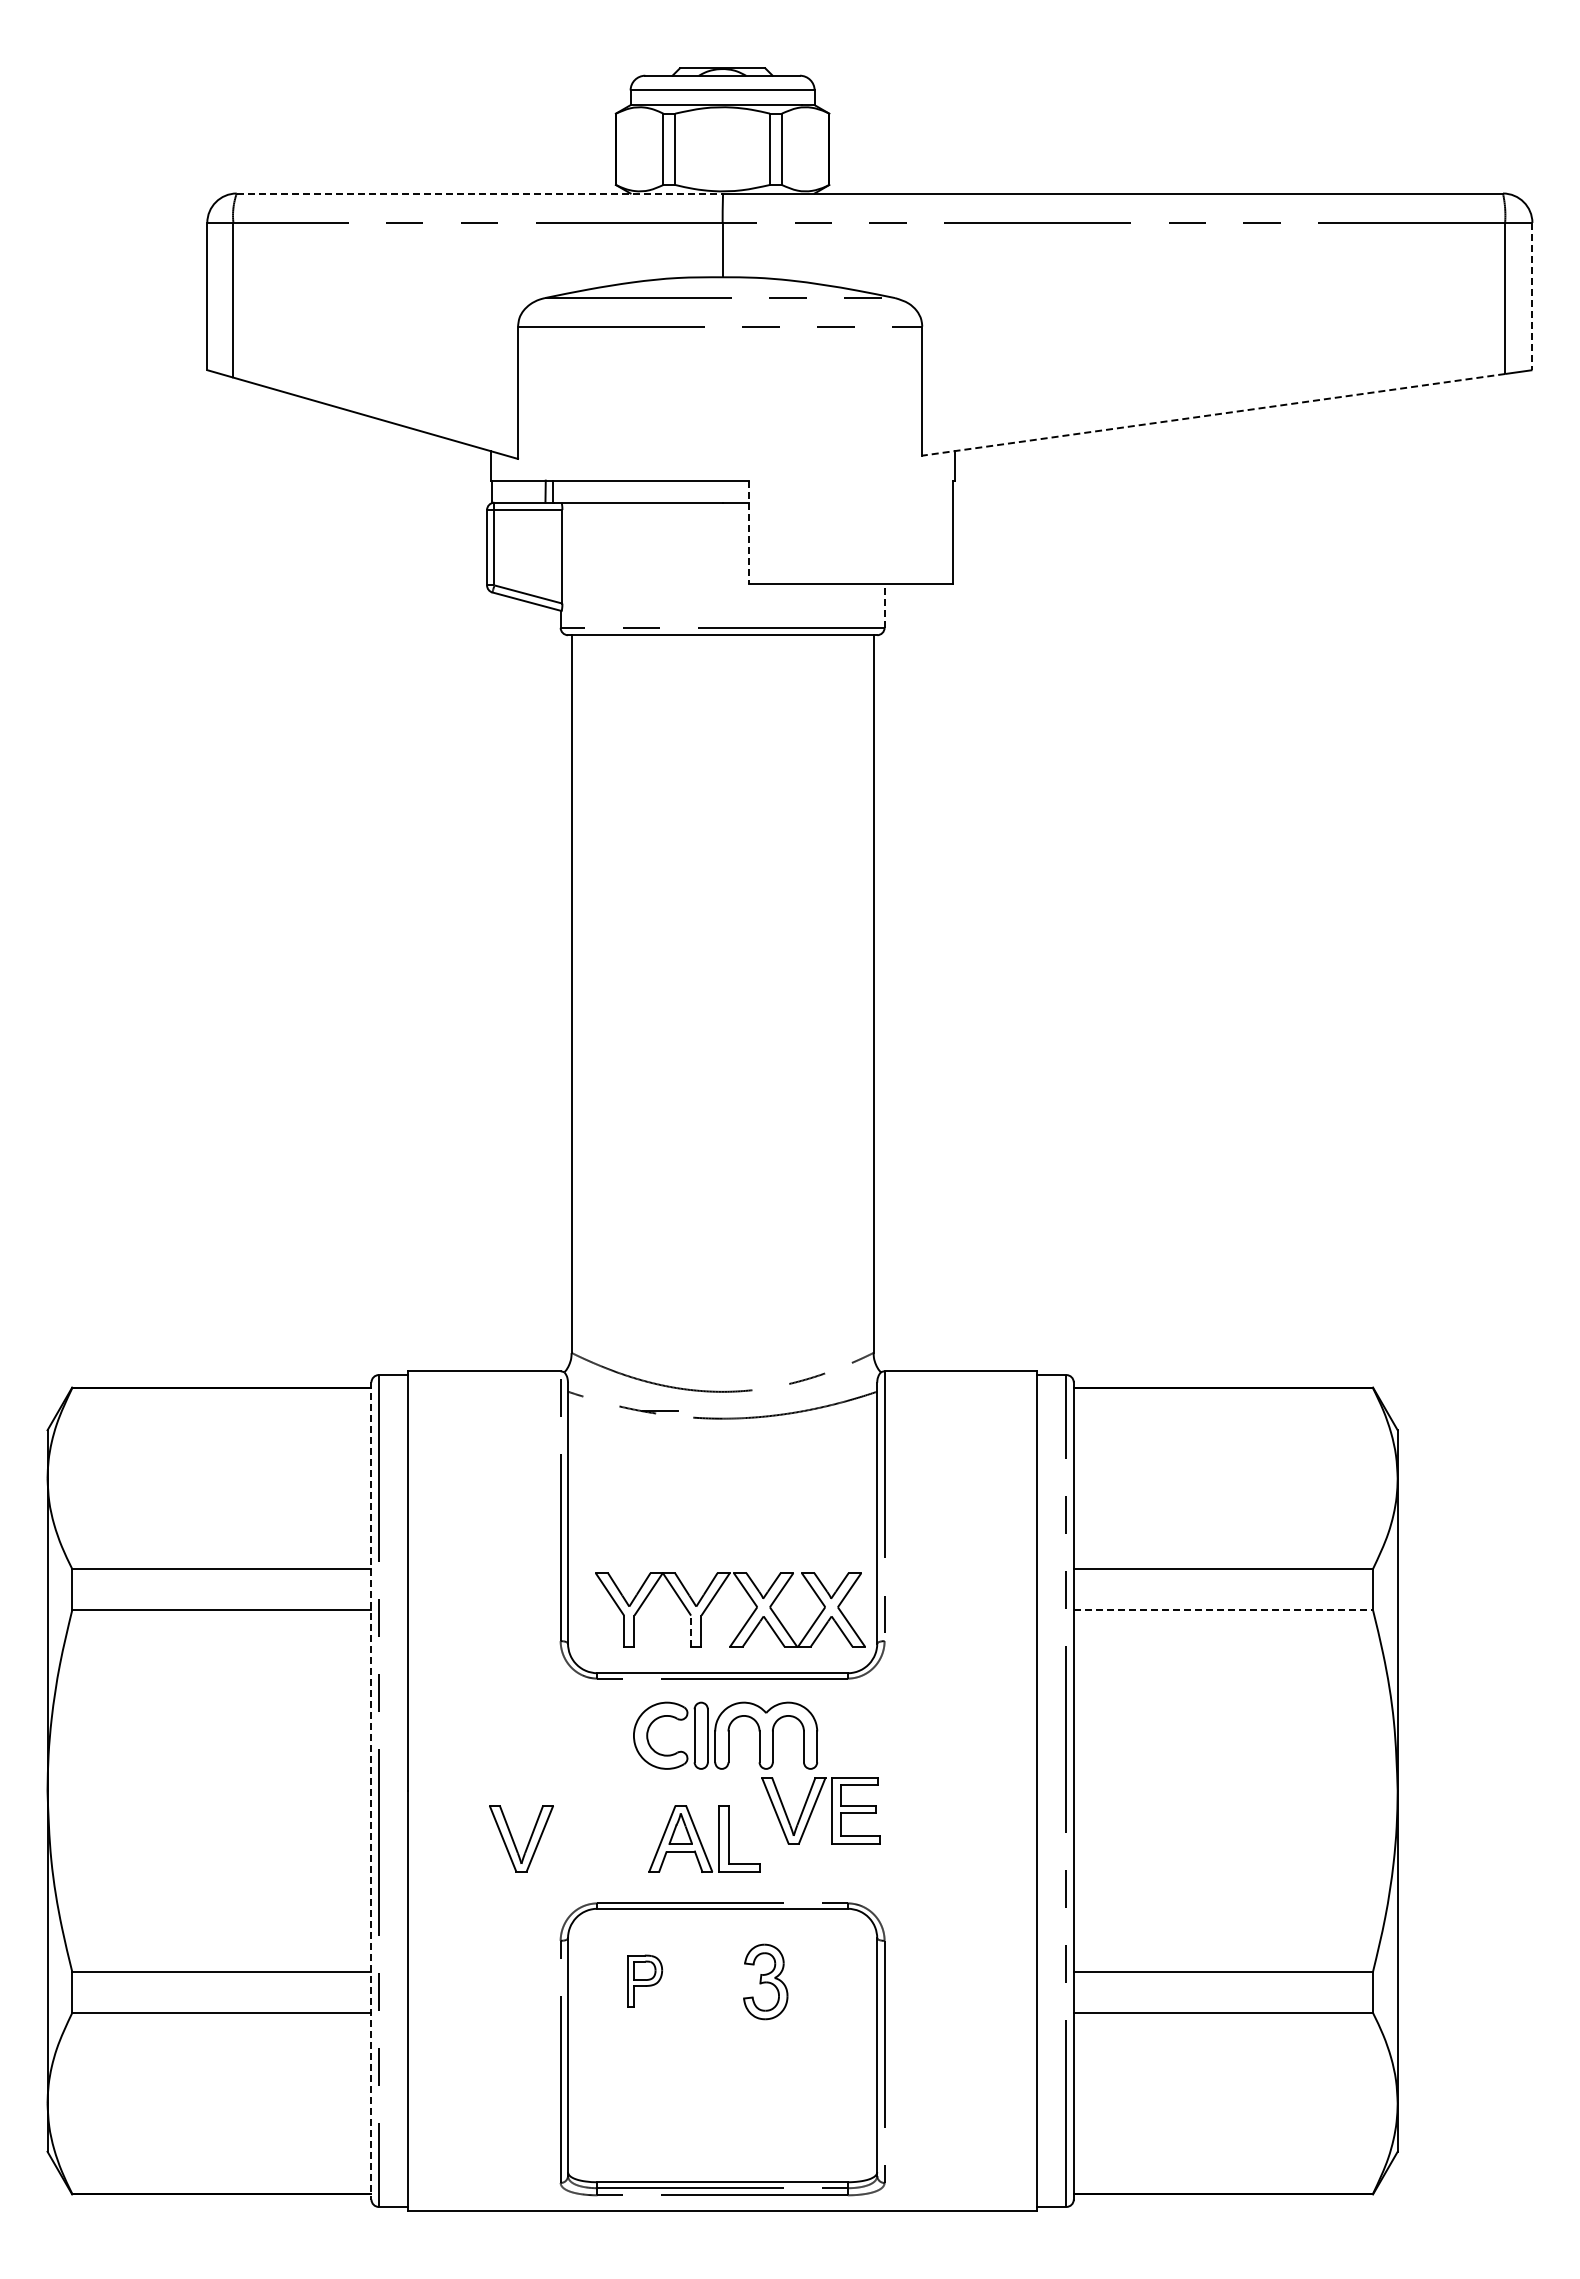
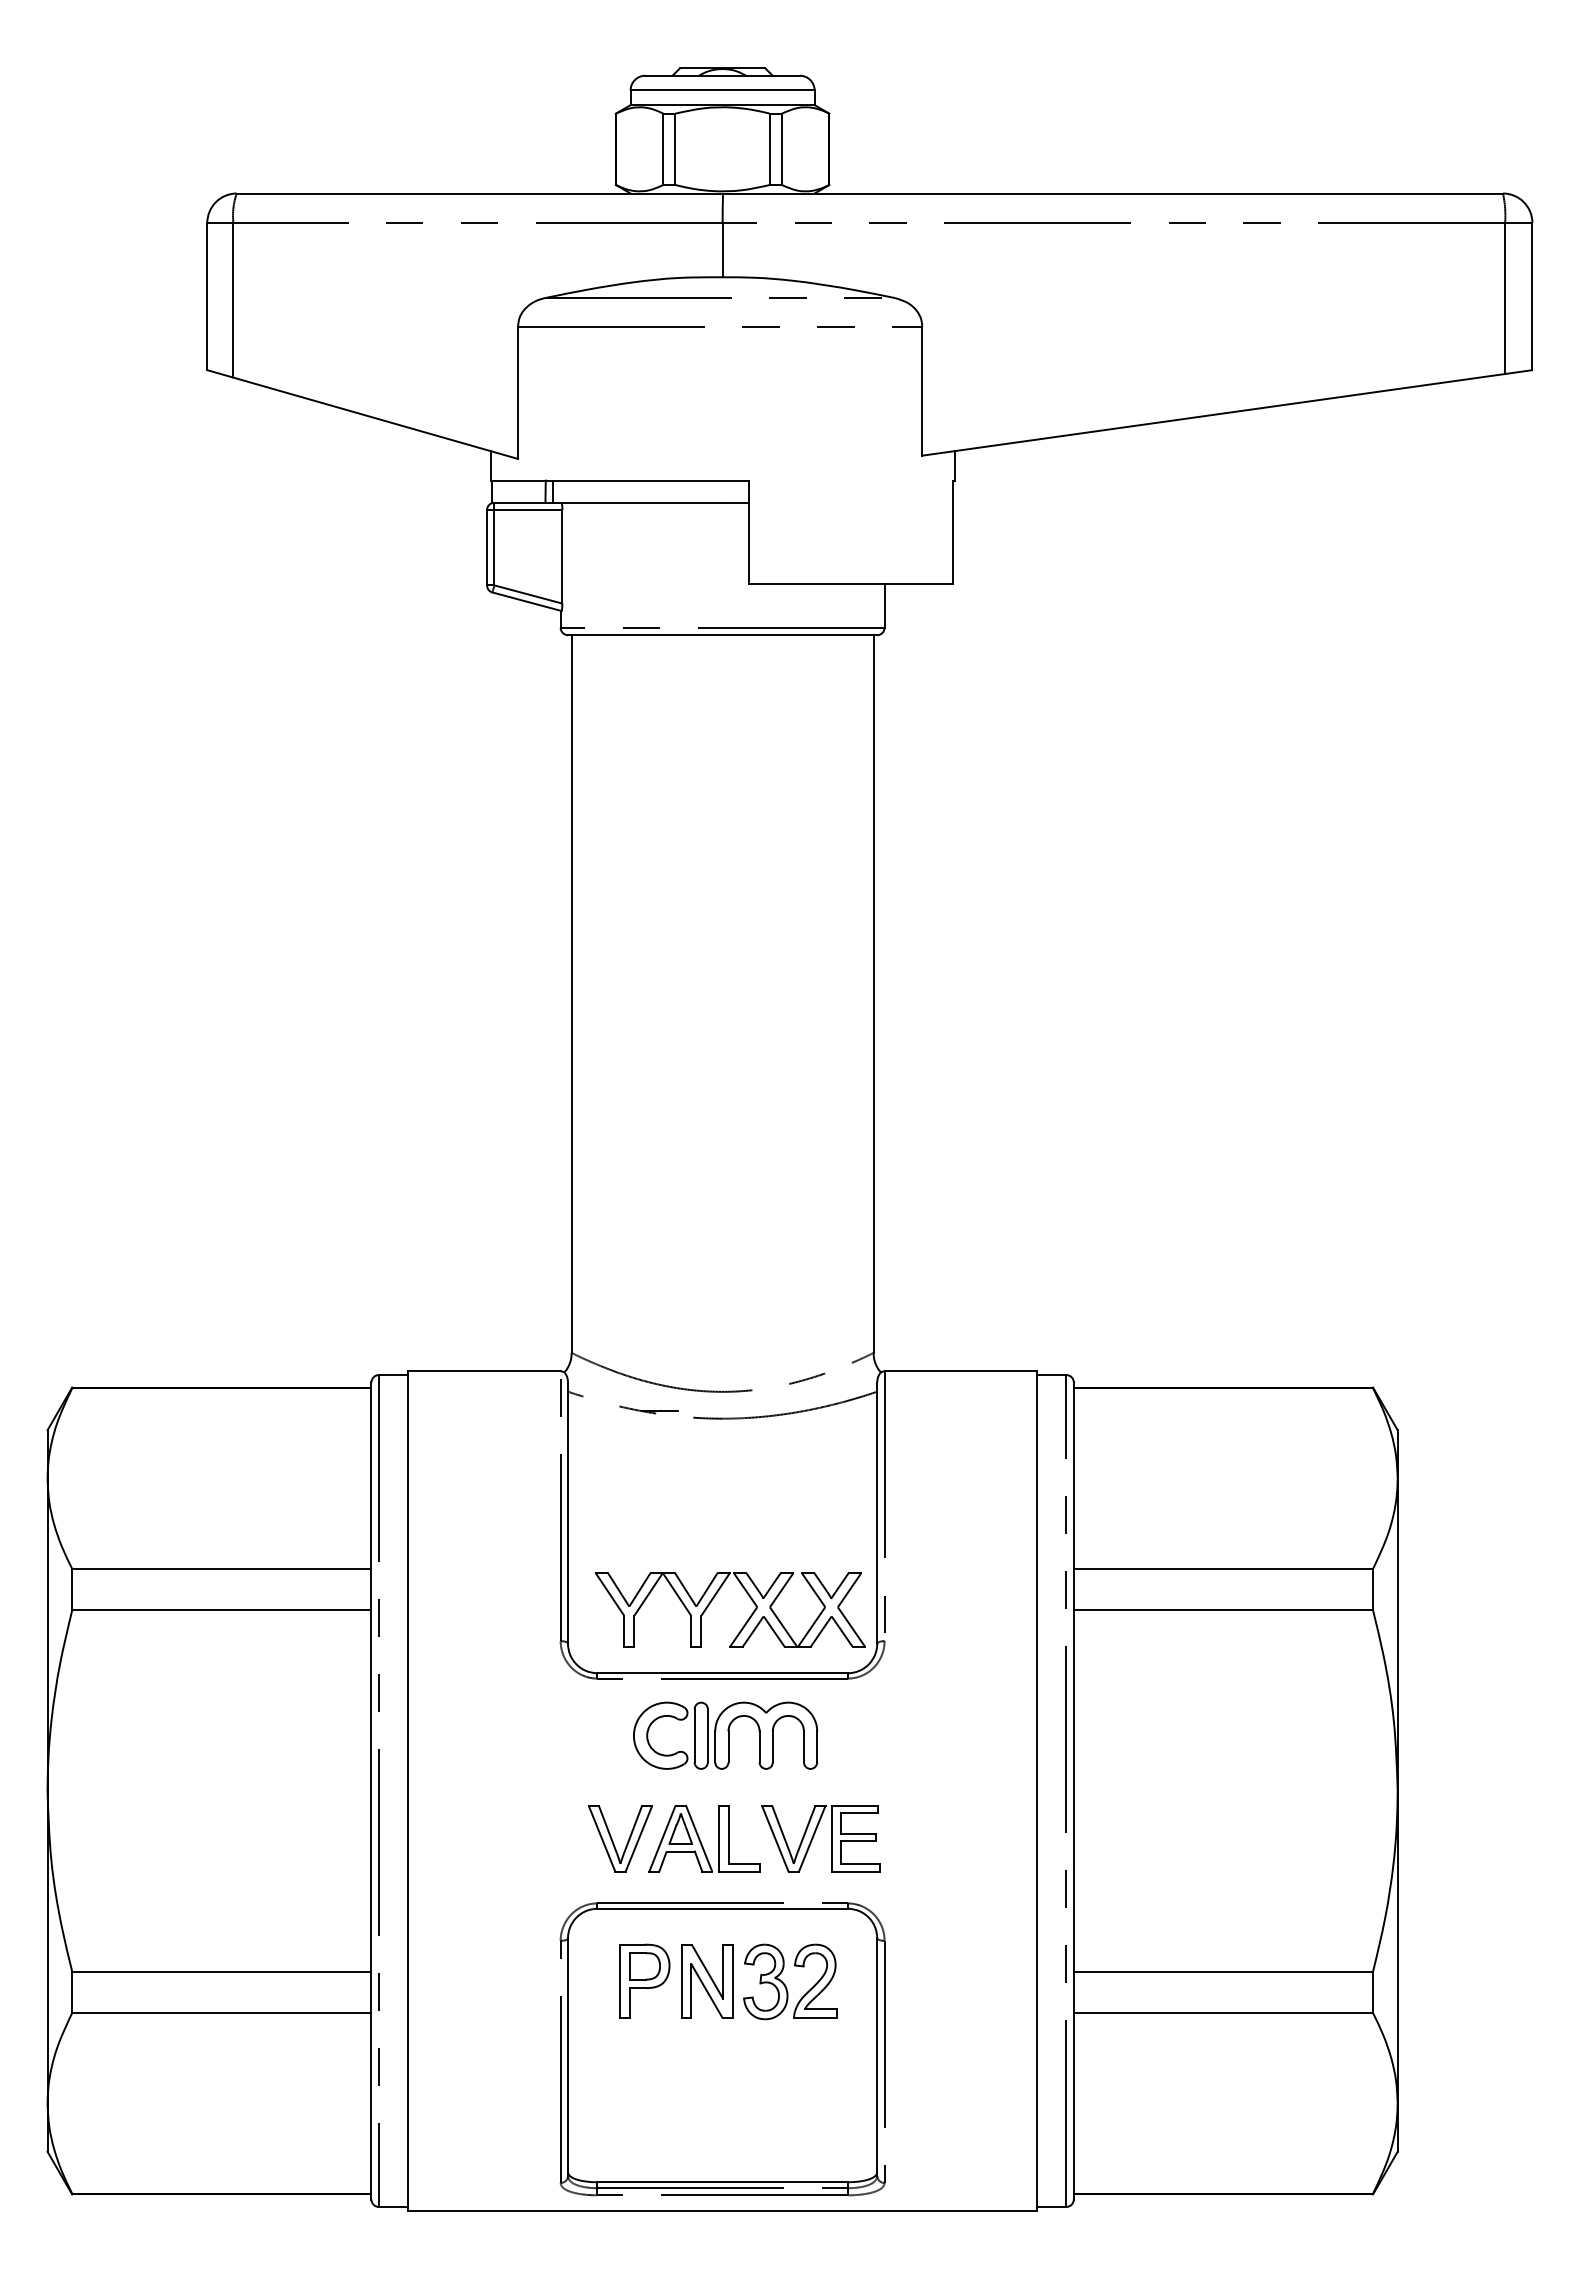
line at (480, 193): dashed -> solid
line at (1532, 296): dashed -> solid
line at (1213, 414): dashed -> solid
line at (749, 532): dashed -> solid
line at (884, 605): dashed -> solid
line at (1223, 1610): dashed -> solid
line at (691, 1631): dashed -> solid
line at (371, 1791): dashed -> solid
part at (814, 1808) position: (814, 1808) -> (814, 1836)
part at (514, 1841) position: (514, 1841) -> (613, 1841)
part at (645, 1980) size: 37x54 px -> 52x76 px
part at (815, 1980): none -> present
part at (707, 1981): none -> present
